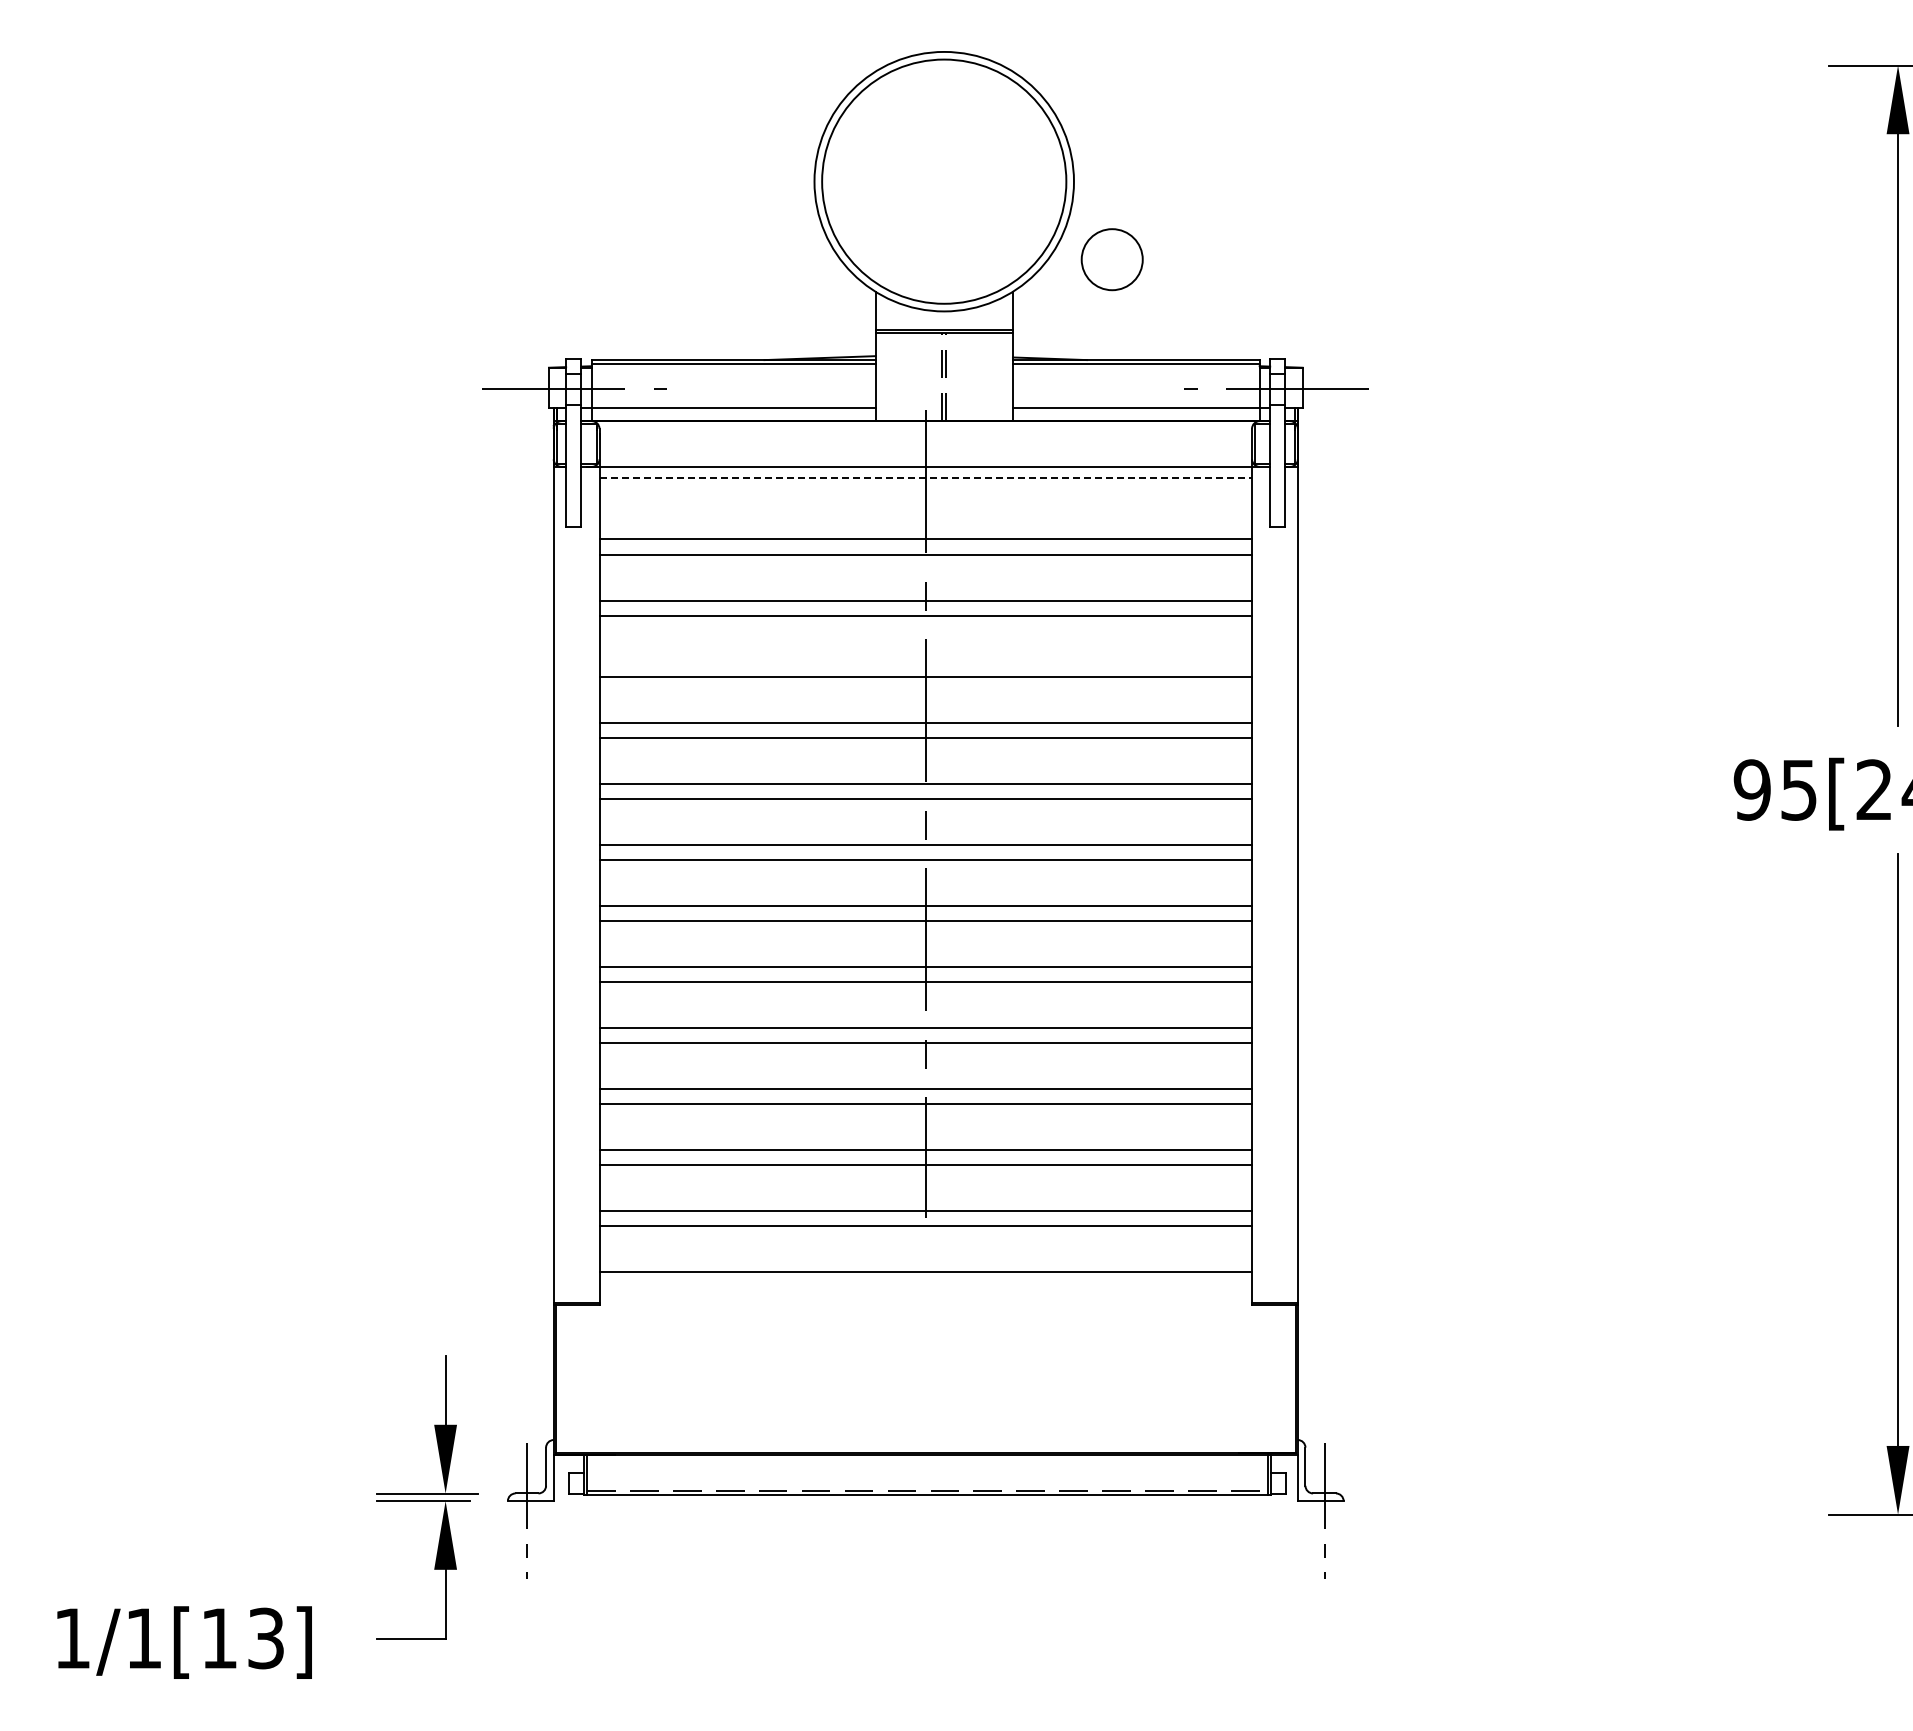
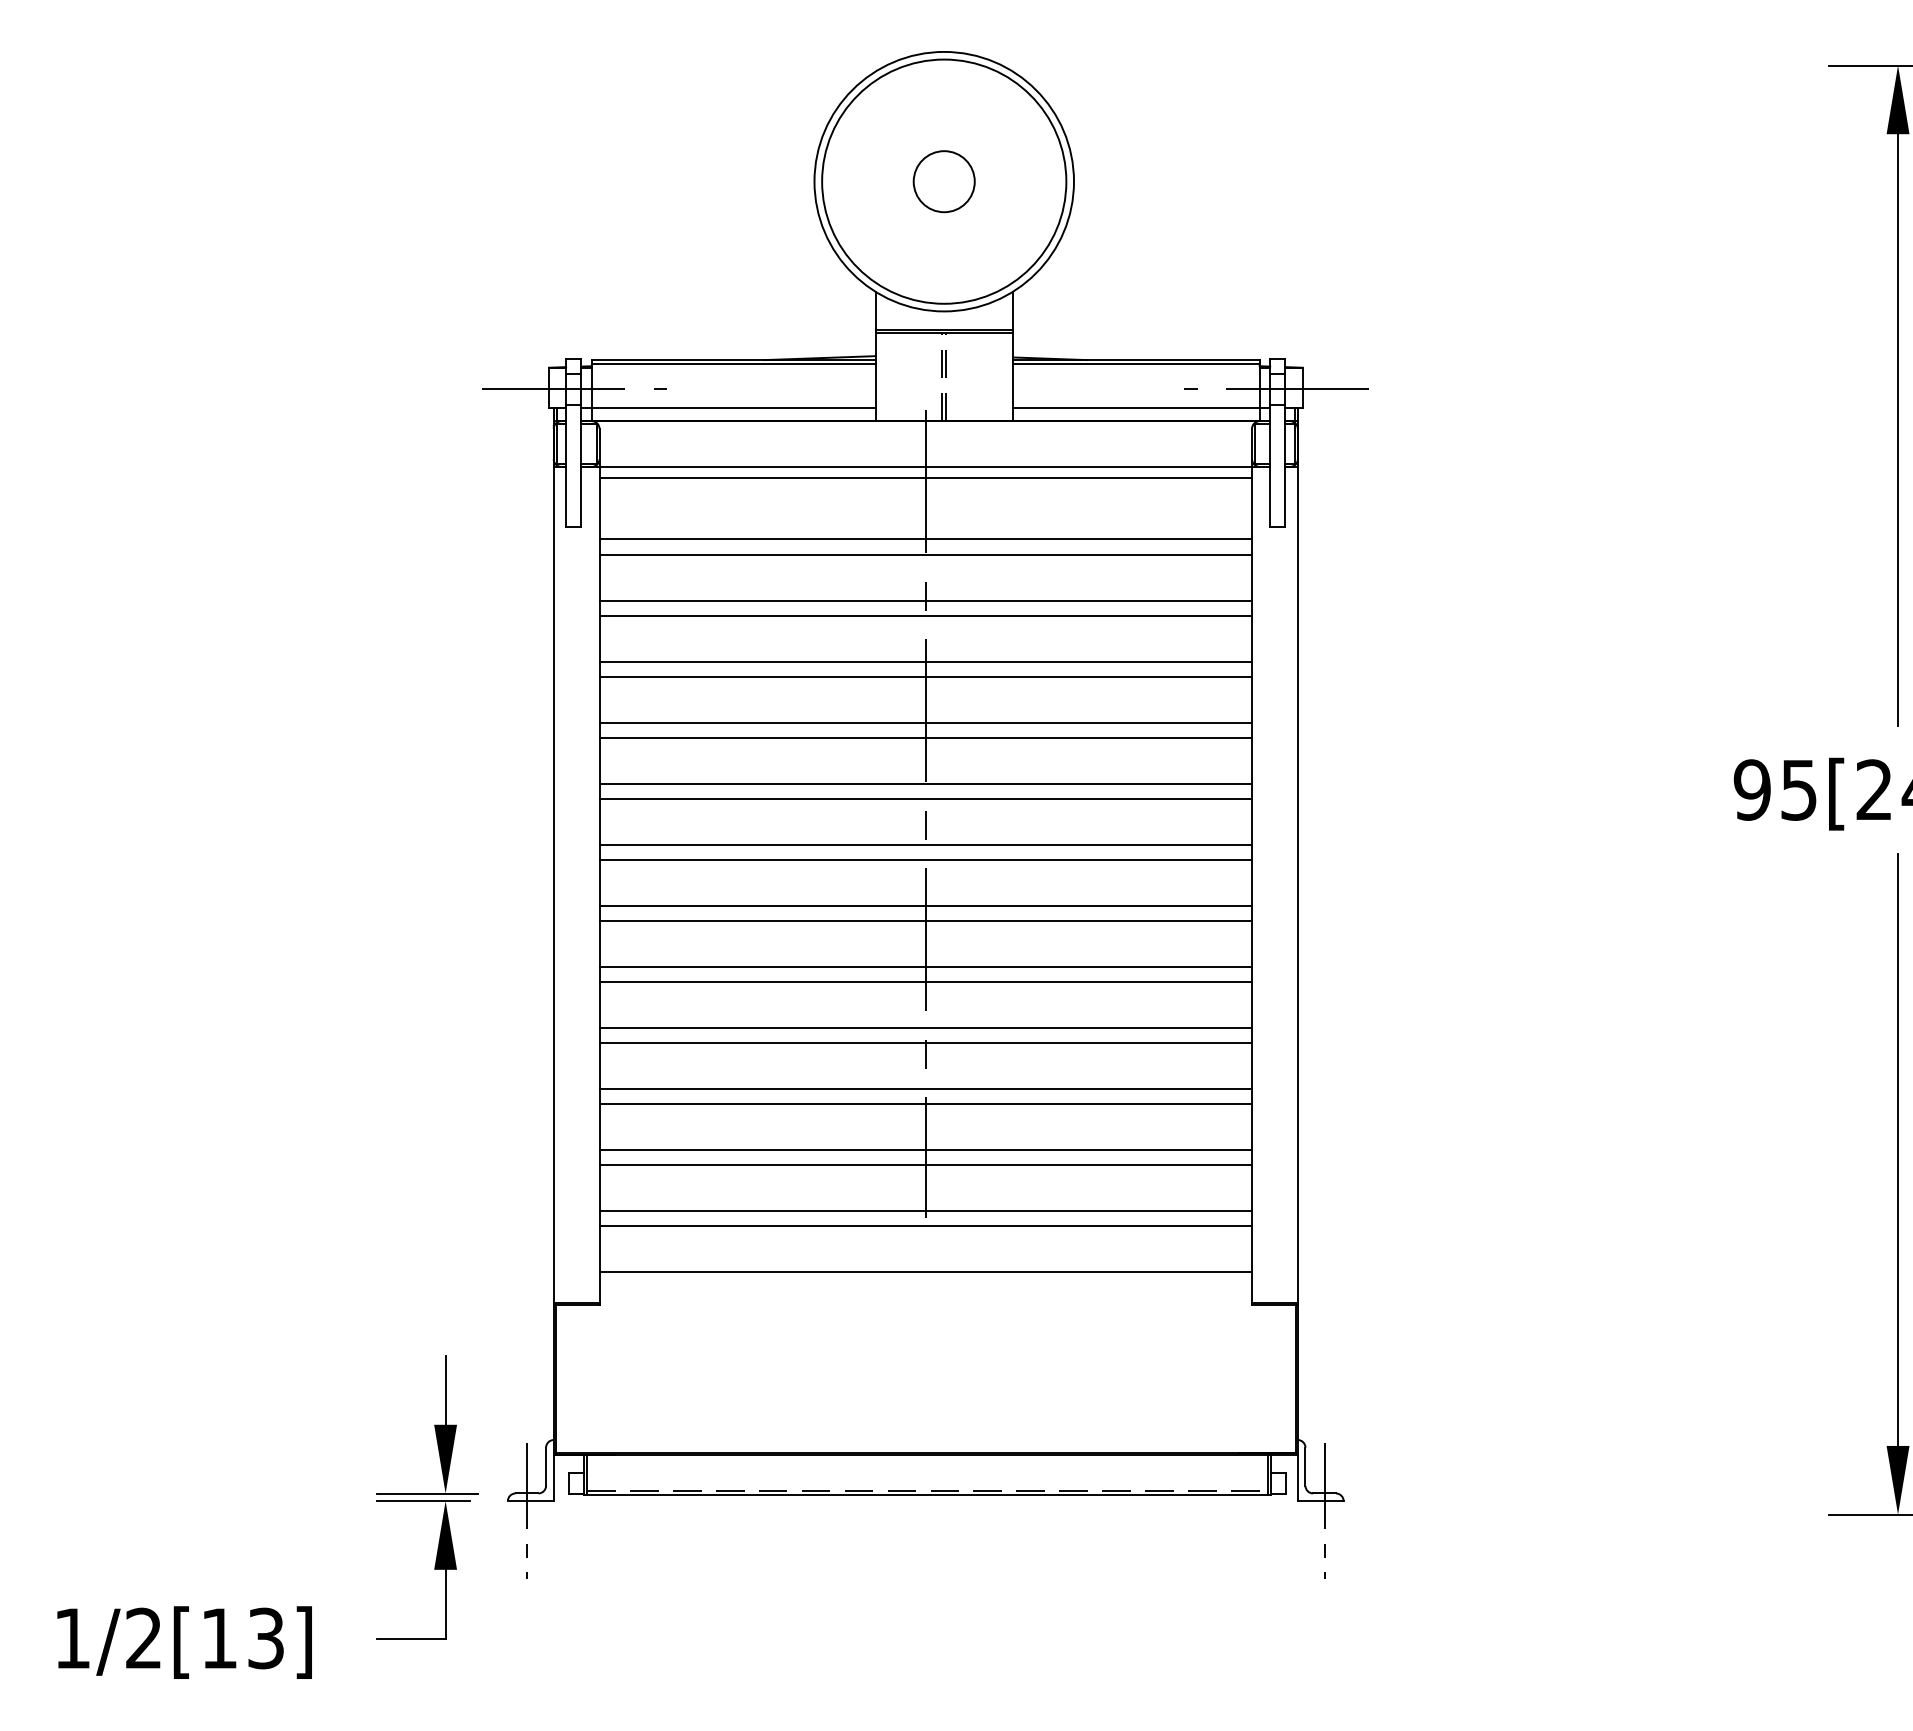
circle at (1111, 259) position: (1111, 259) -> (943, 181)
line at (926, 478): dashed -> solid
line at (925, 661): none -> present
text at (143, 1637): 1/1[13] -> 1/2[13]
